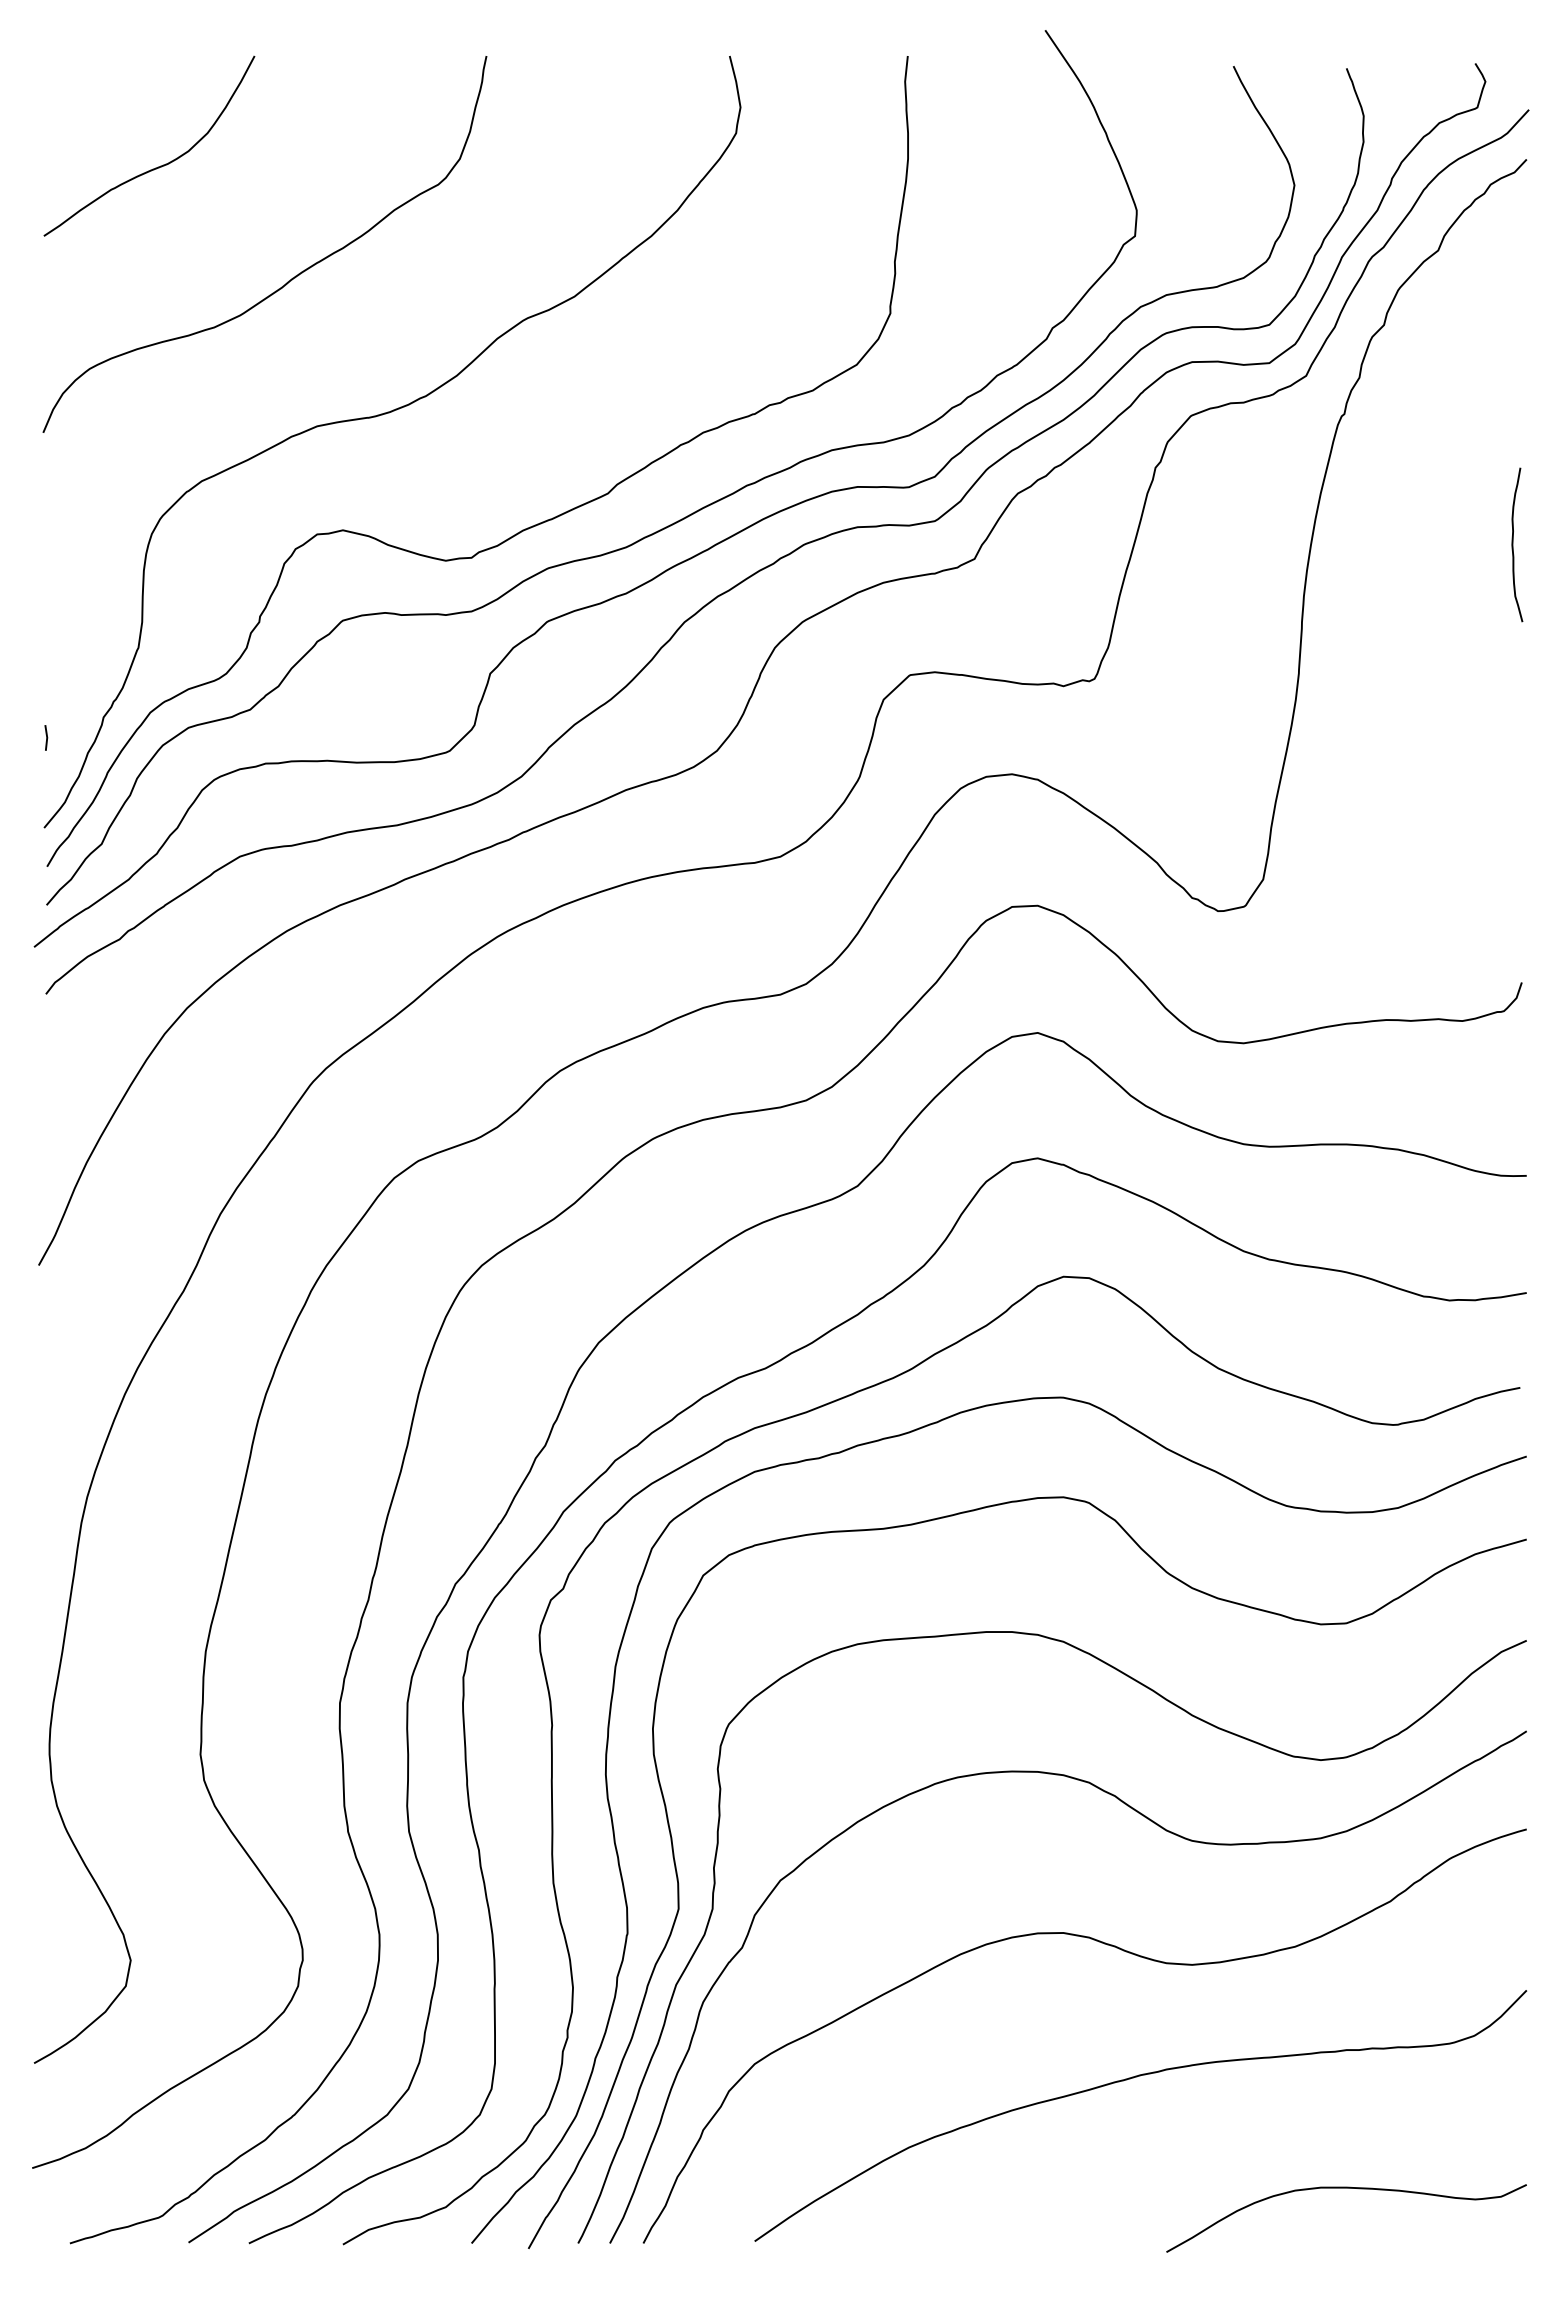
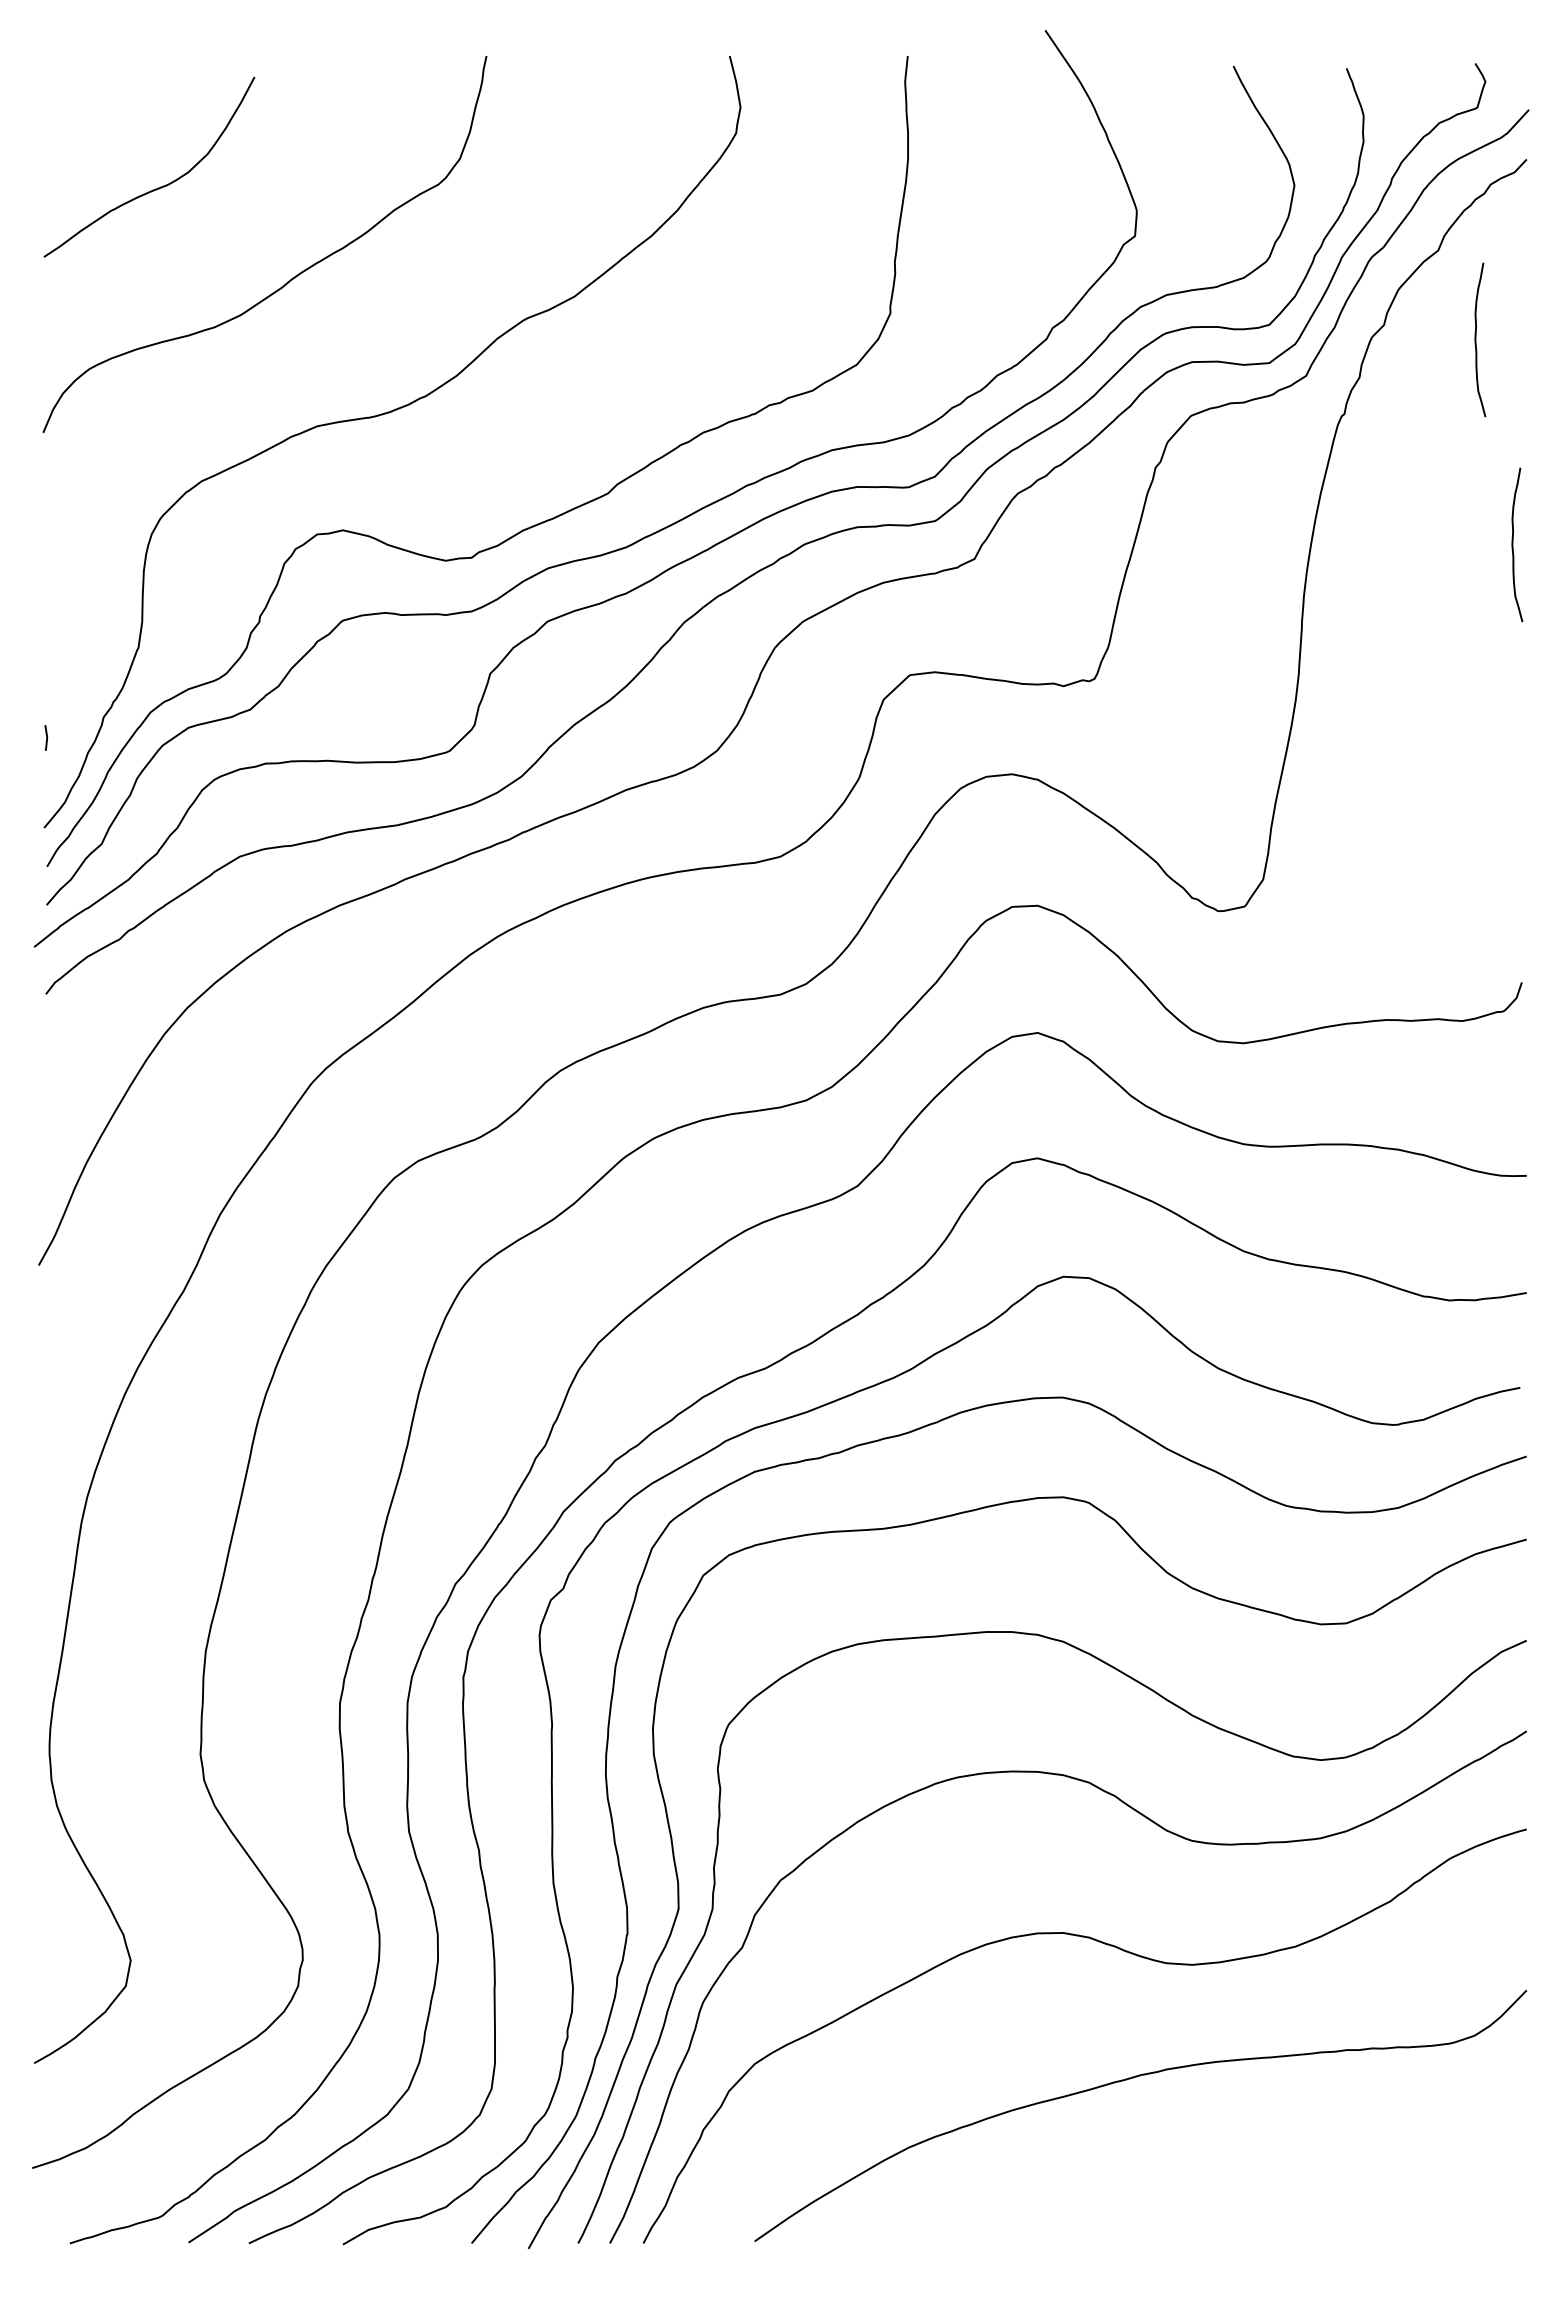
curve at (155, 167) position: (155, 167) -> (155, 188)
curve at (1476, 339): none -> present
curve at (1346, 2188): present -> none
